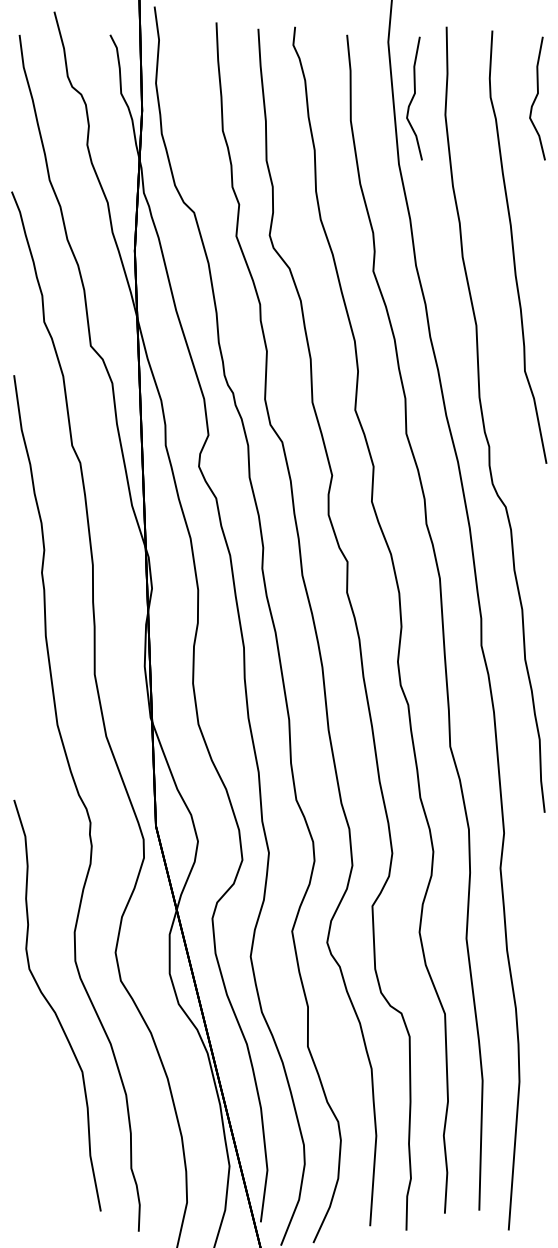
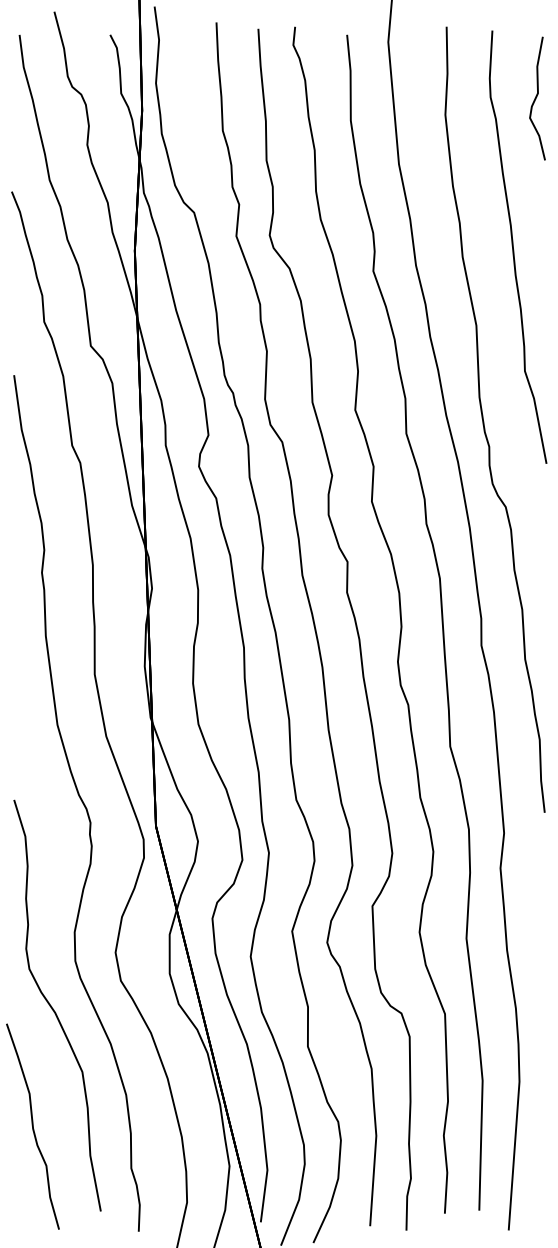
curve at (414, 97): present -> none
curve at (32, 1126): none -> present
